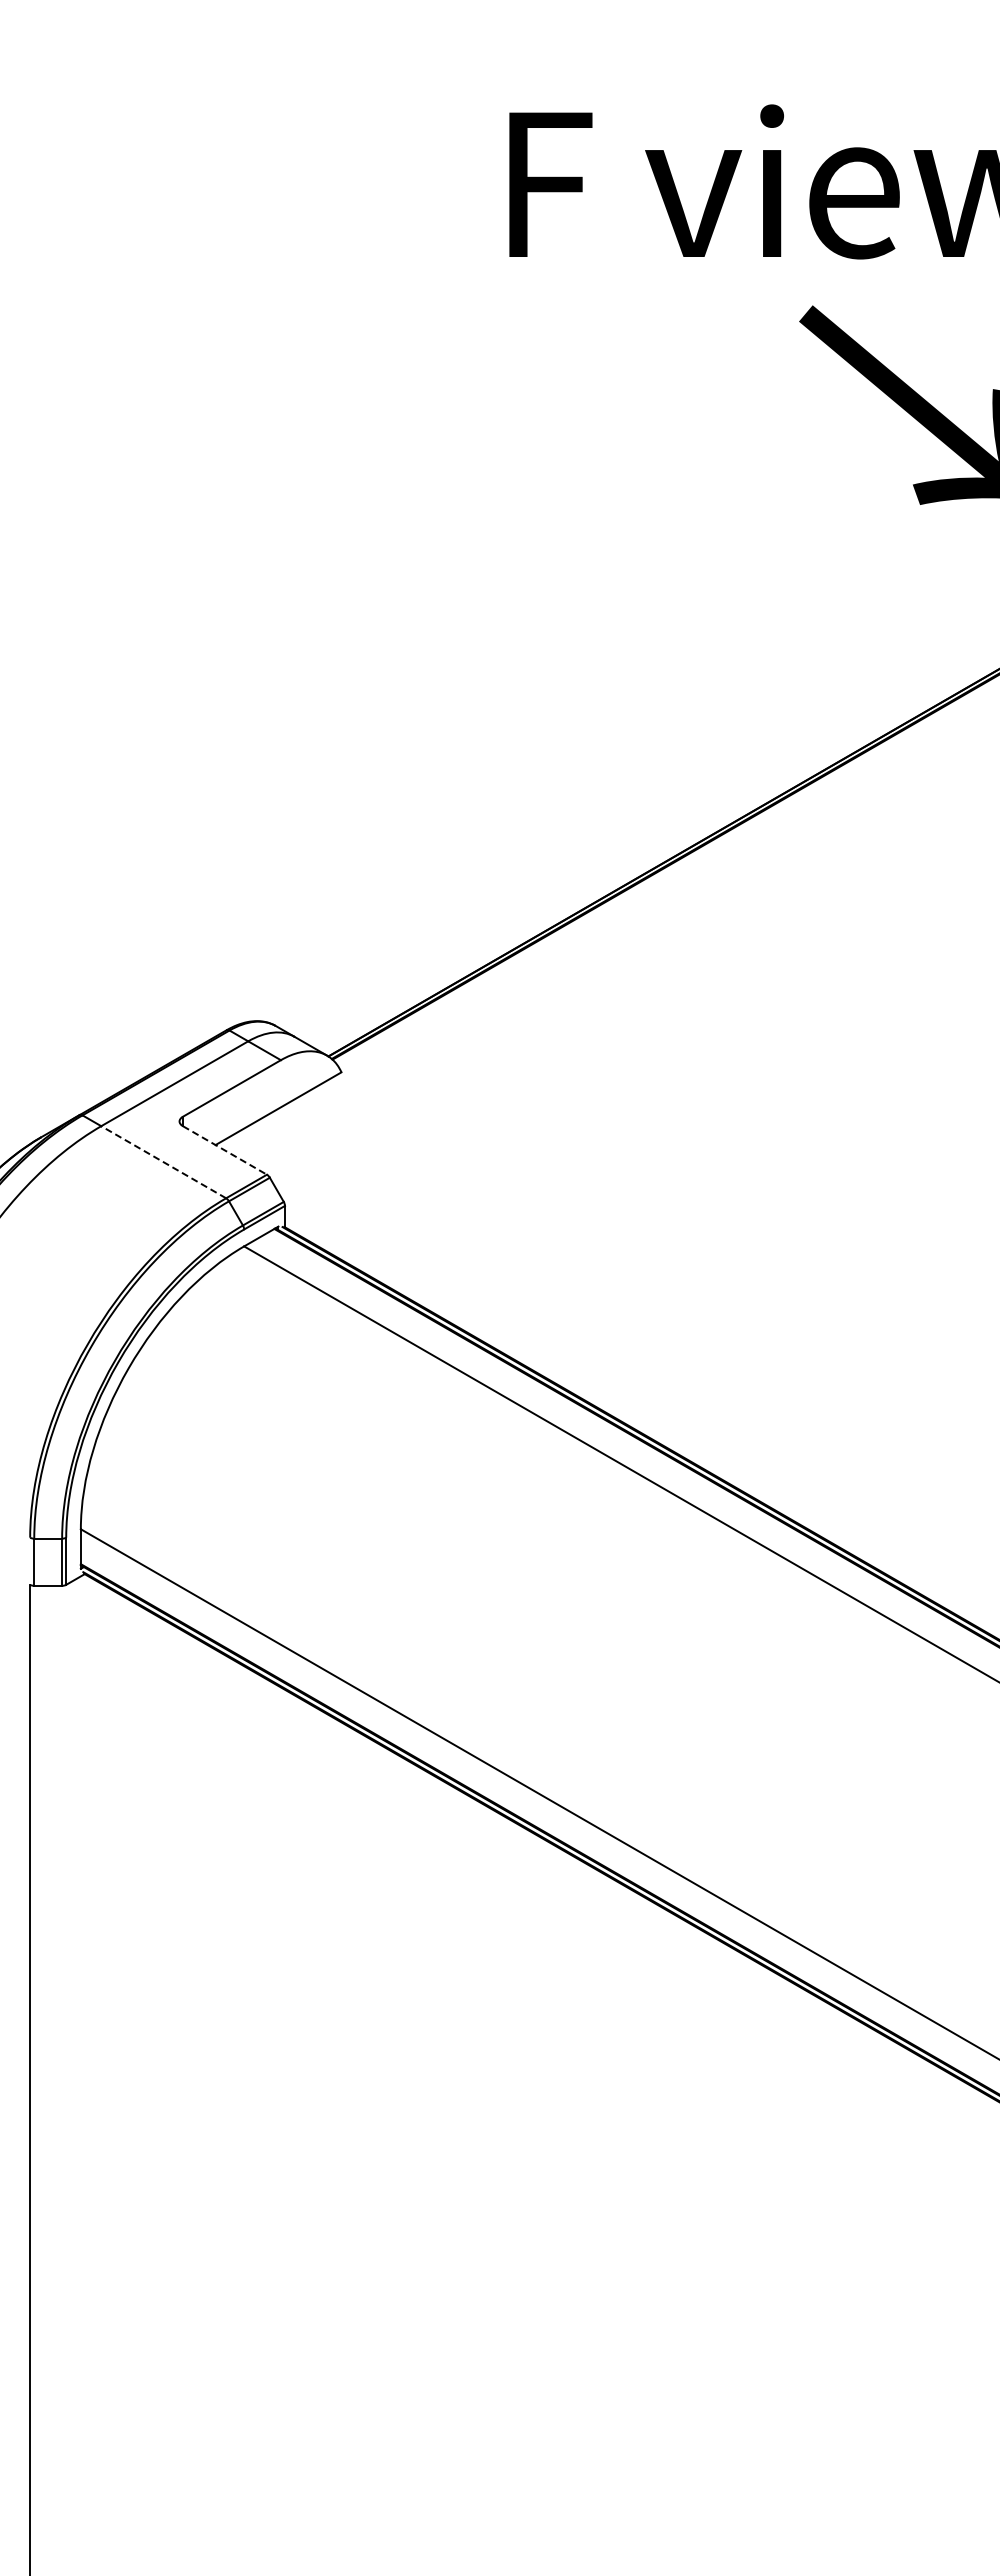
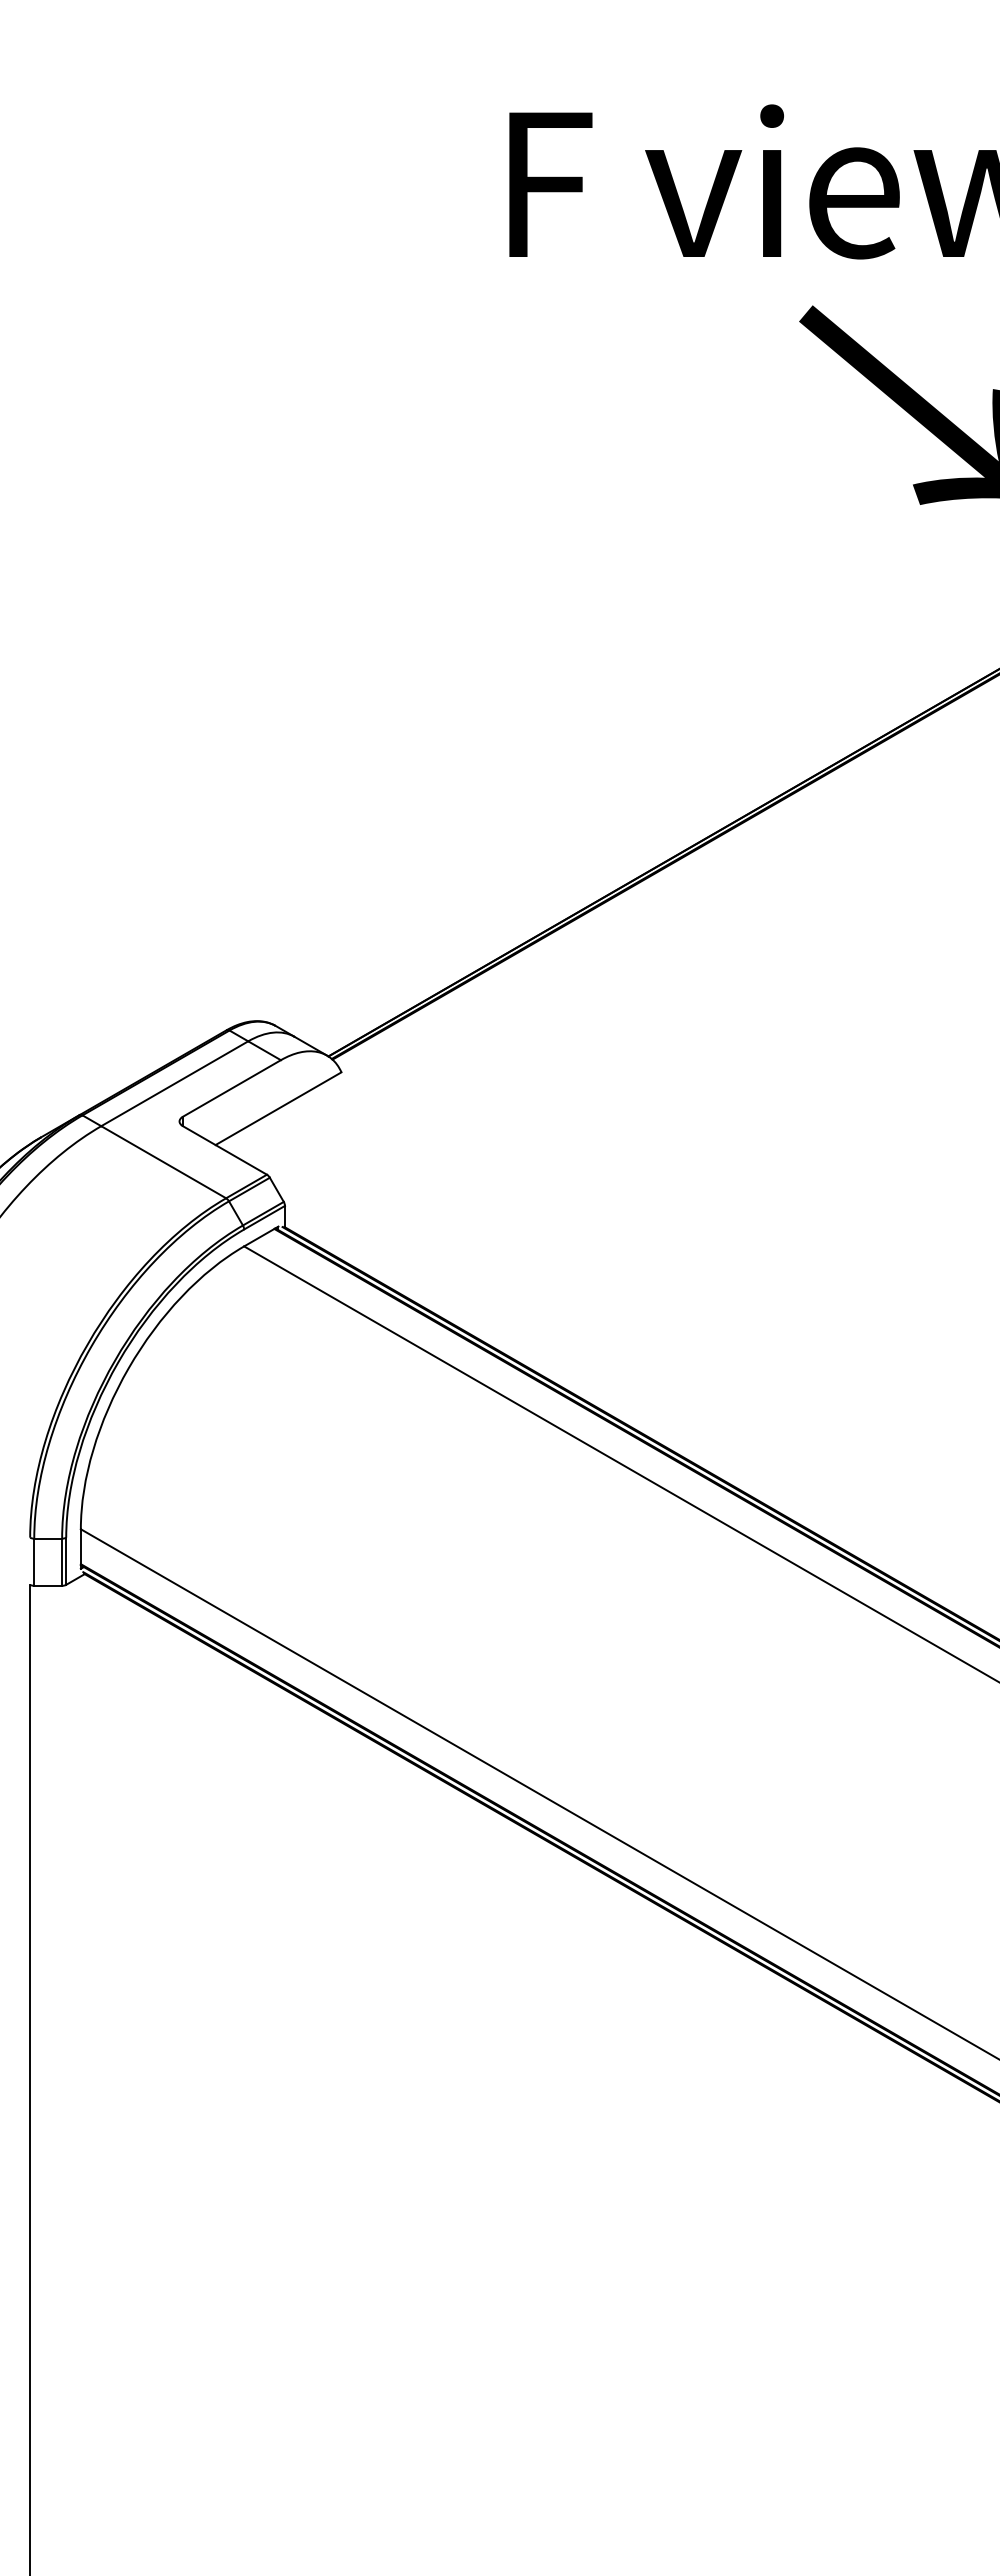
line at (224, 1150): dashed -> solid
line at (163, 1161): dashed -> solid
